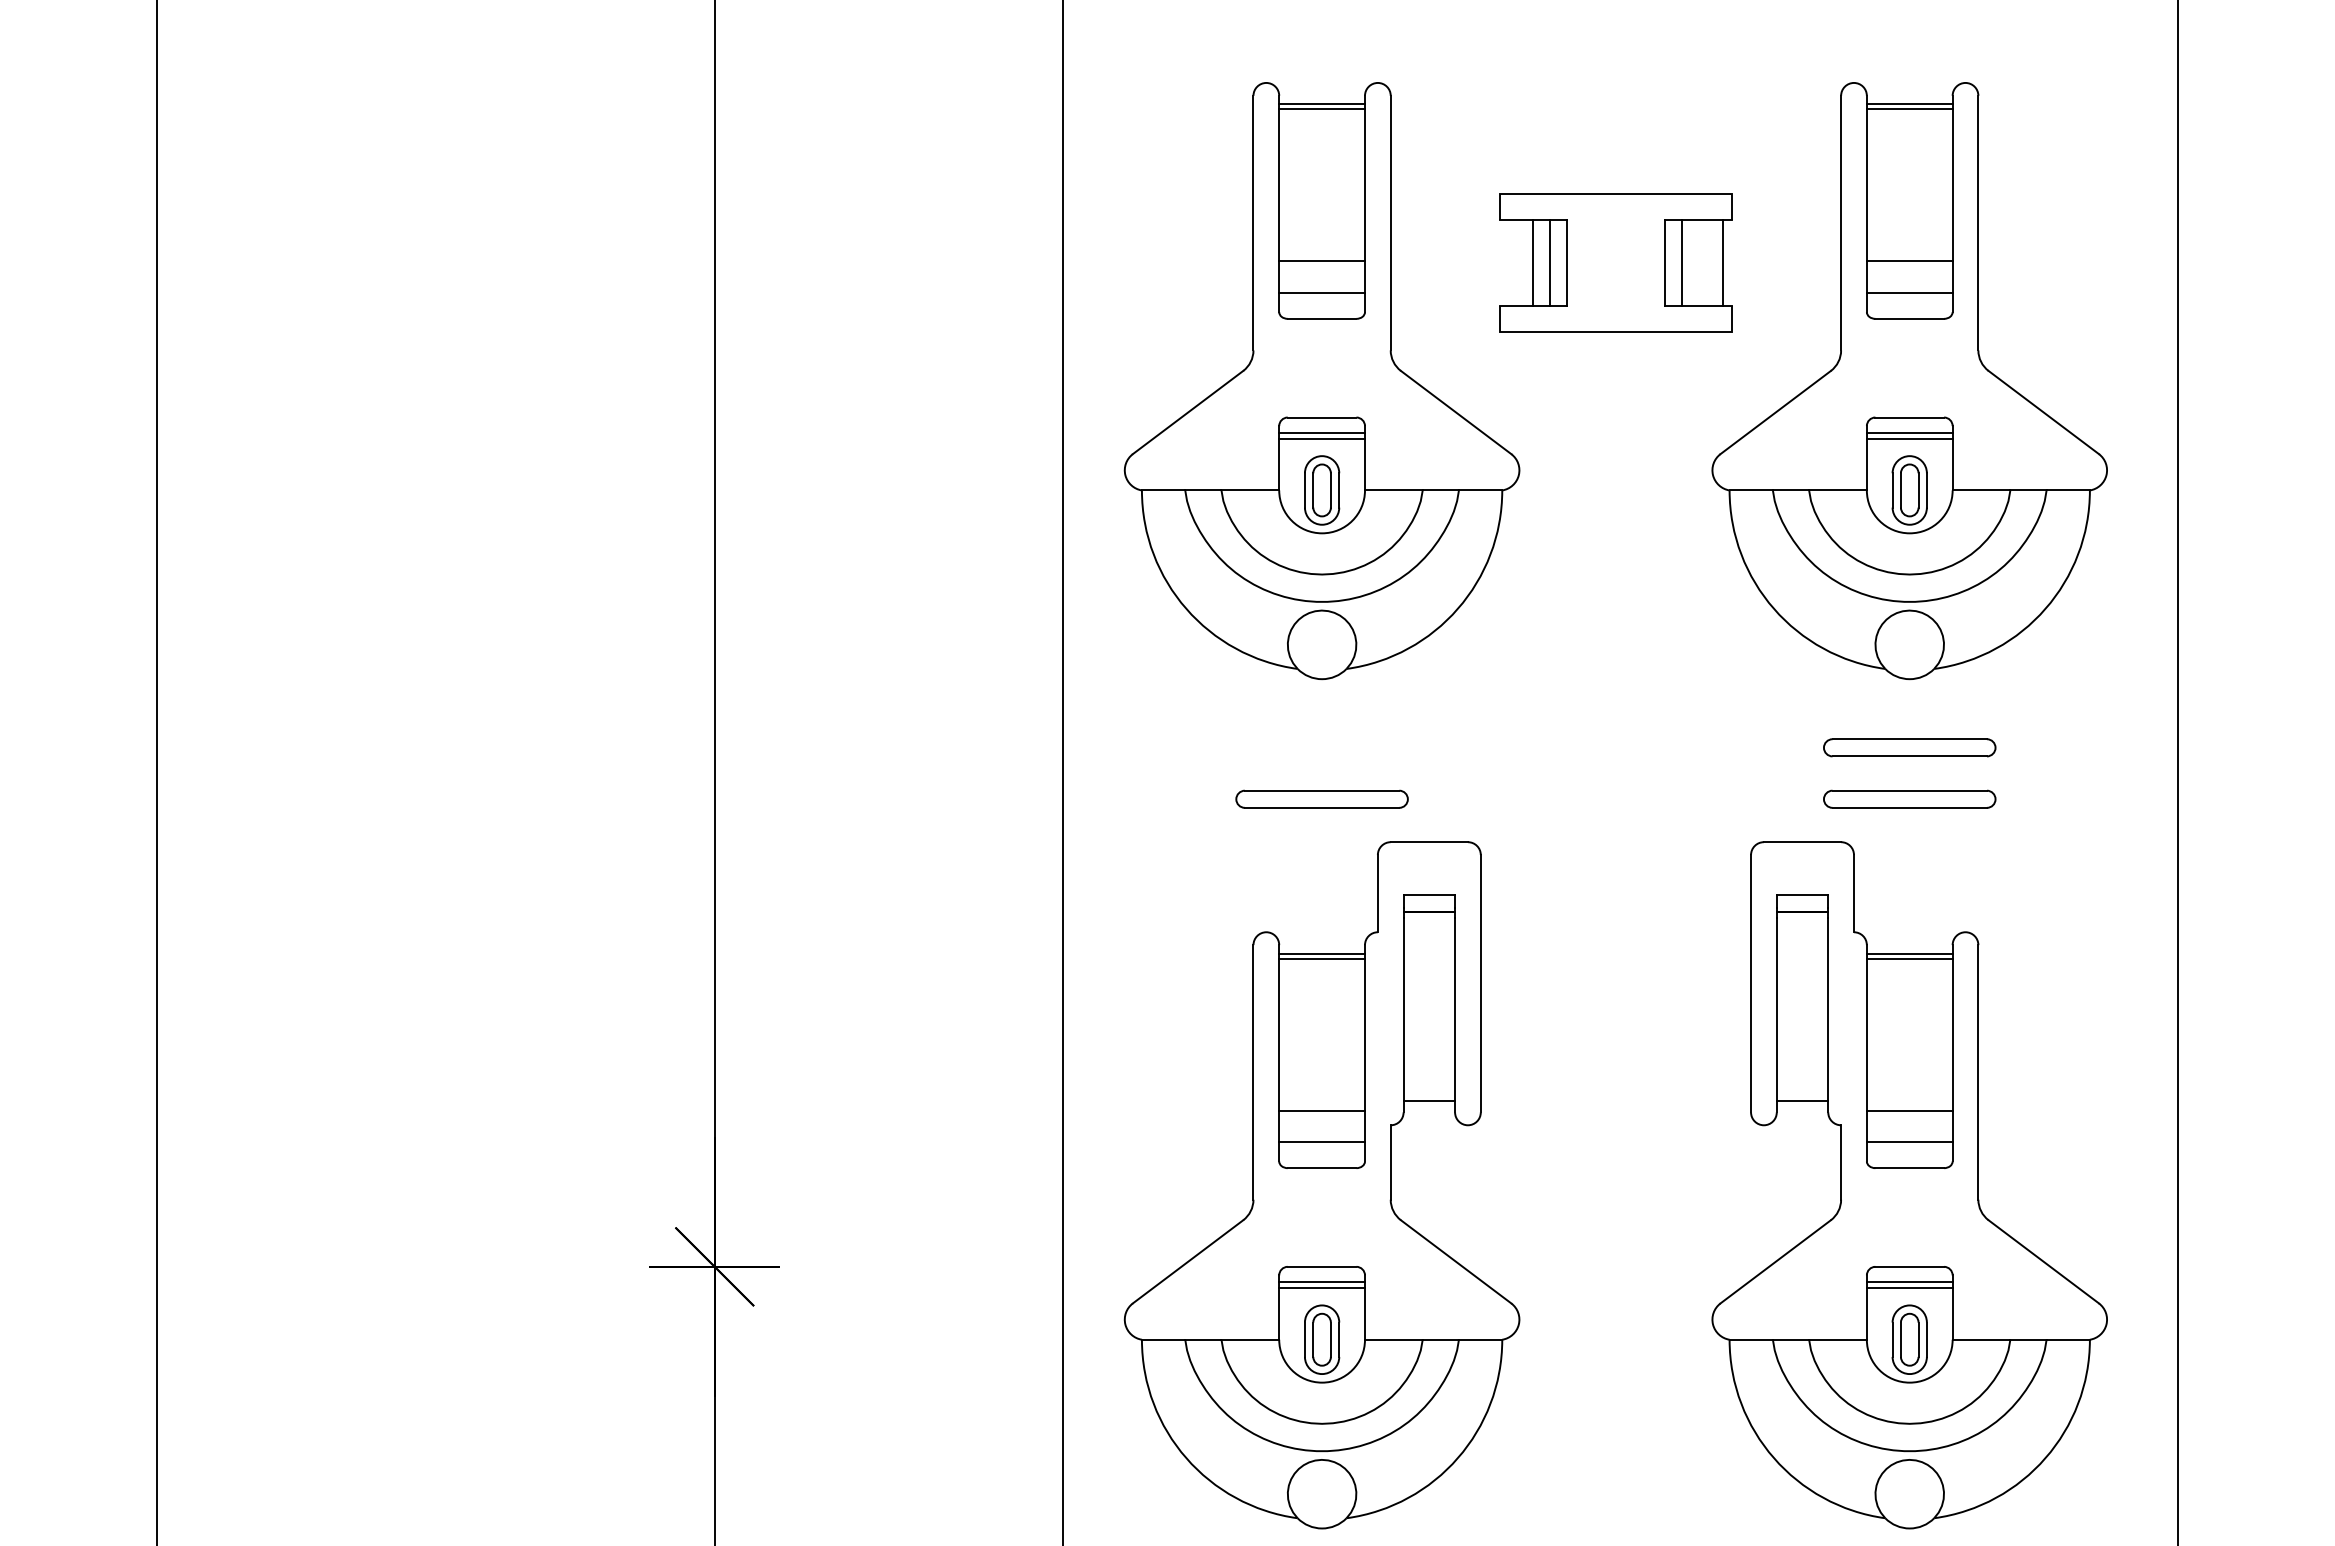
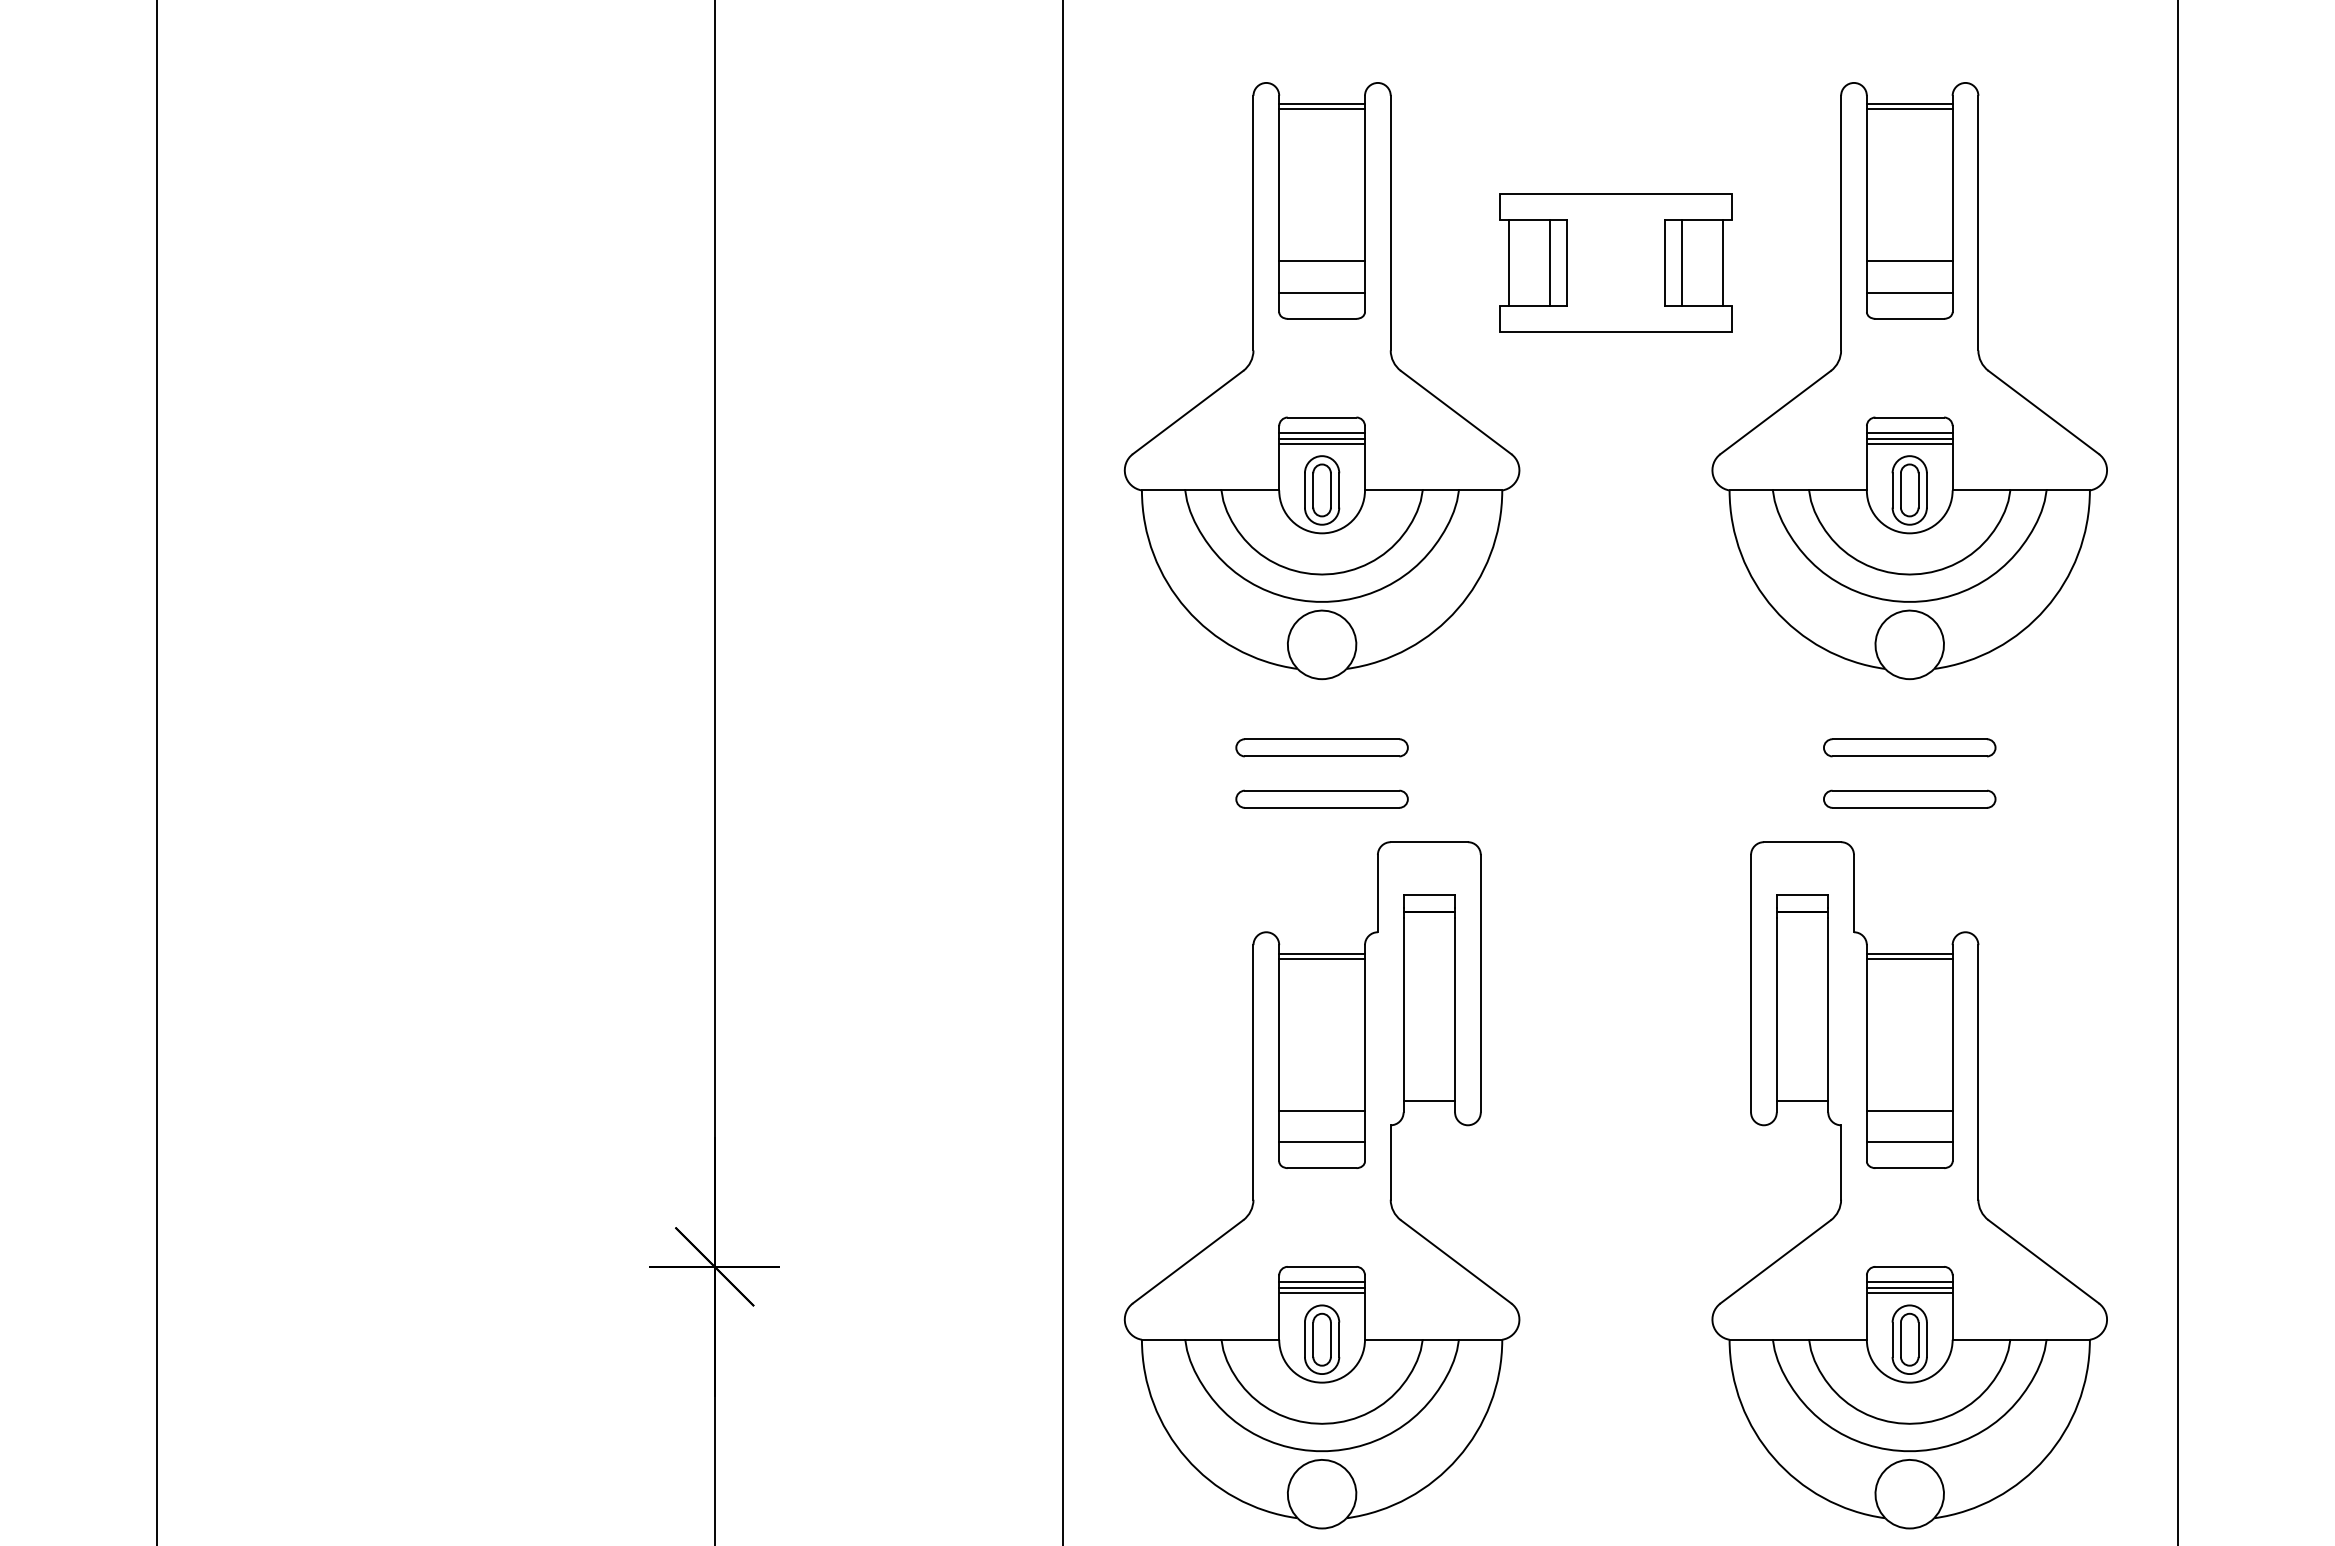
line at (1532, 263) position: (1532, 263) -> (1508, 263)
line at (1322, 443): none -> present
line at (1909, 443): none -> present
part at (1321, 747): none -> present
line at (1322, 1292): none -> present
line at (1909, 1292): none -> present
